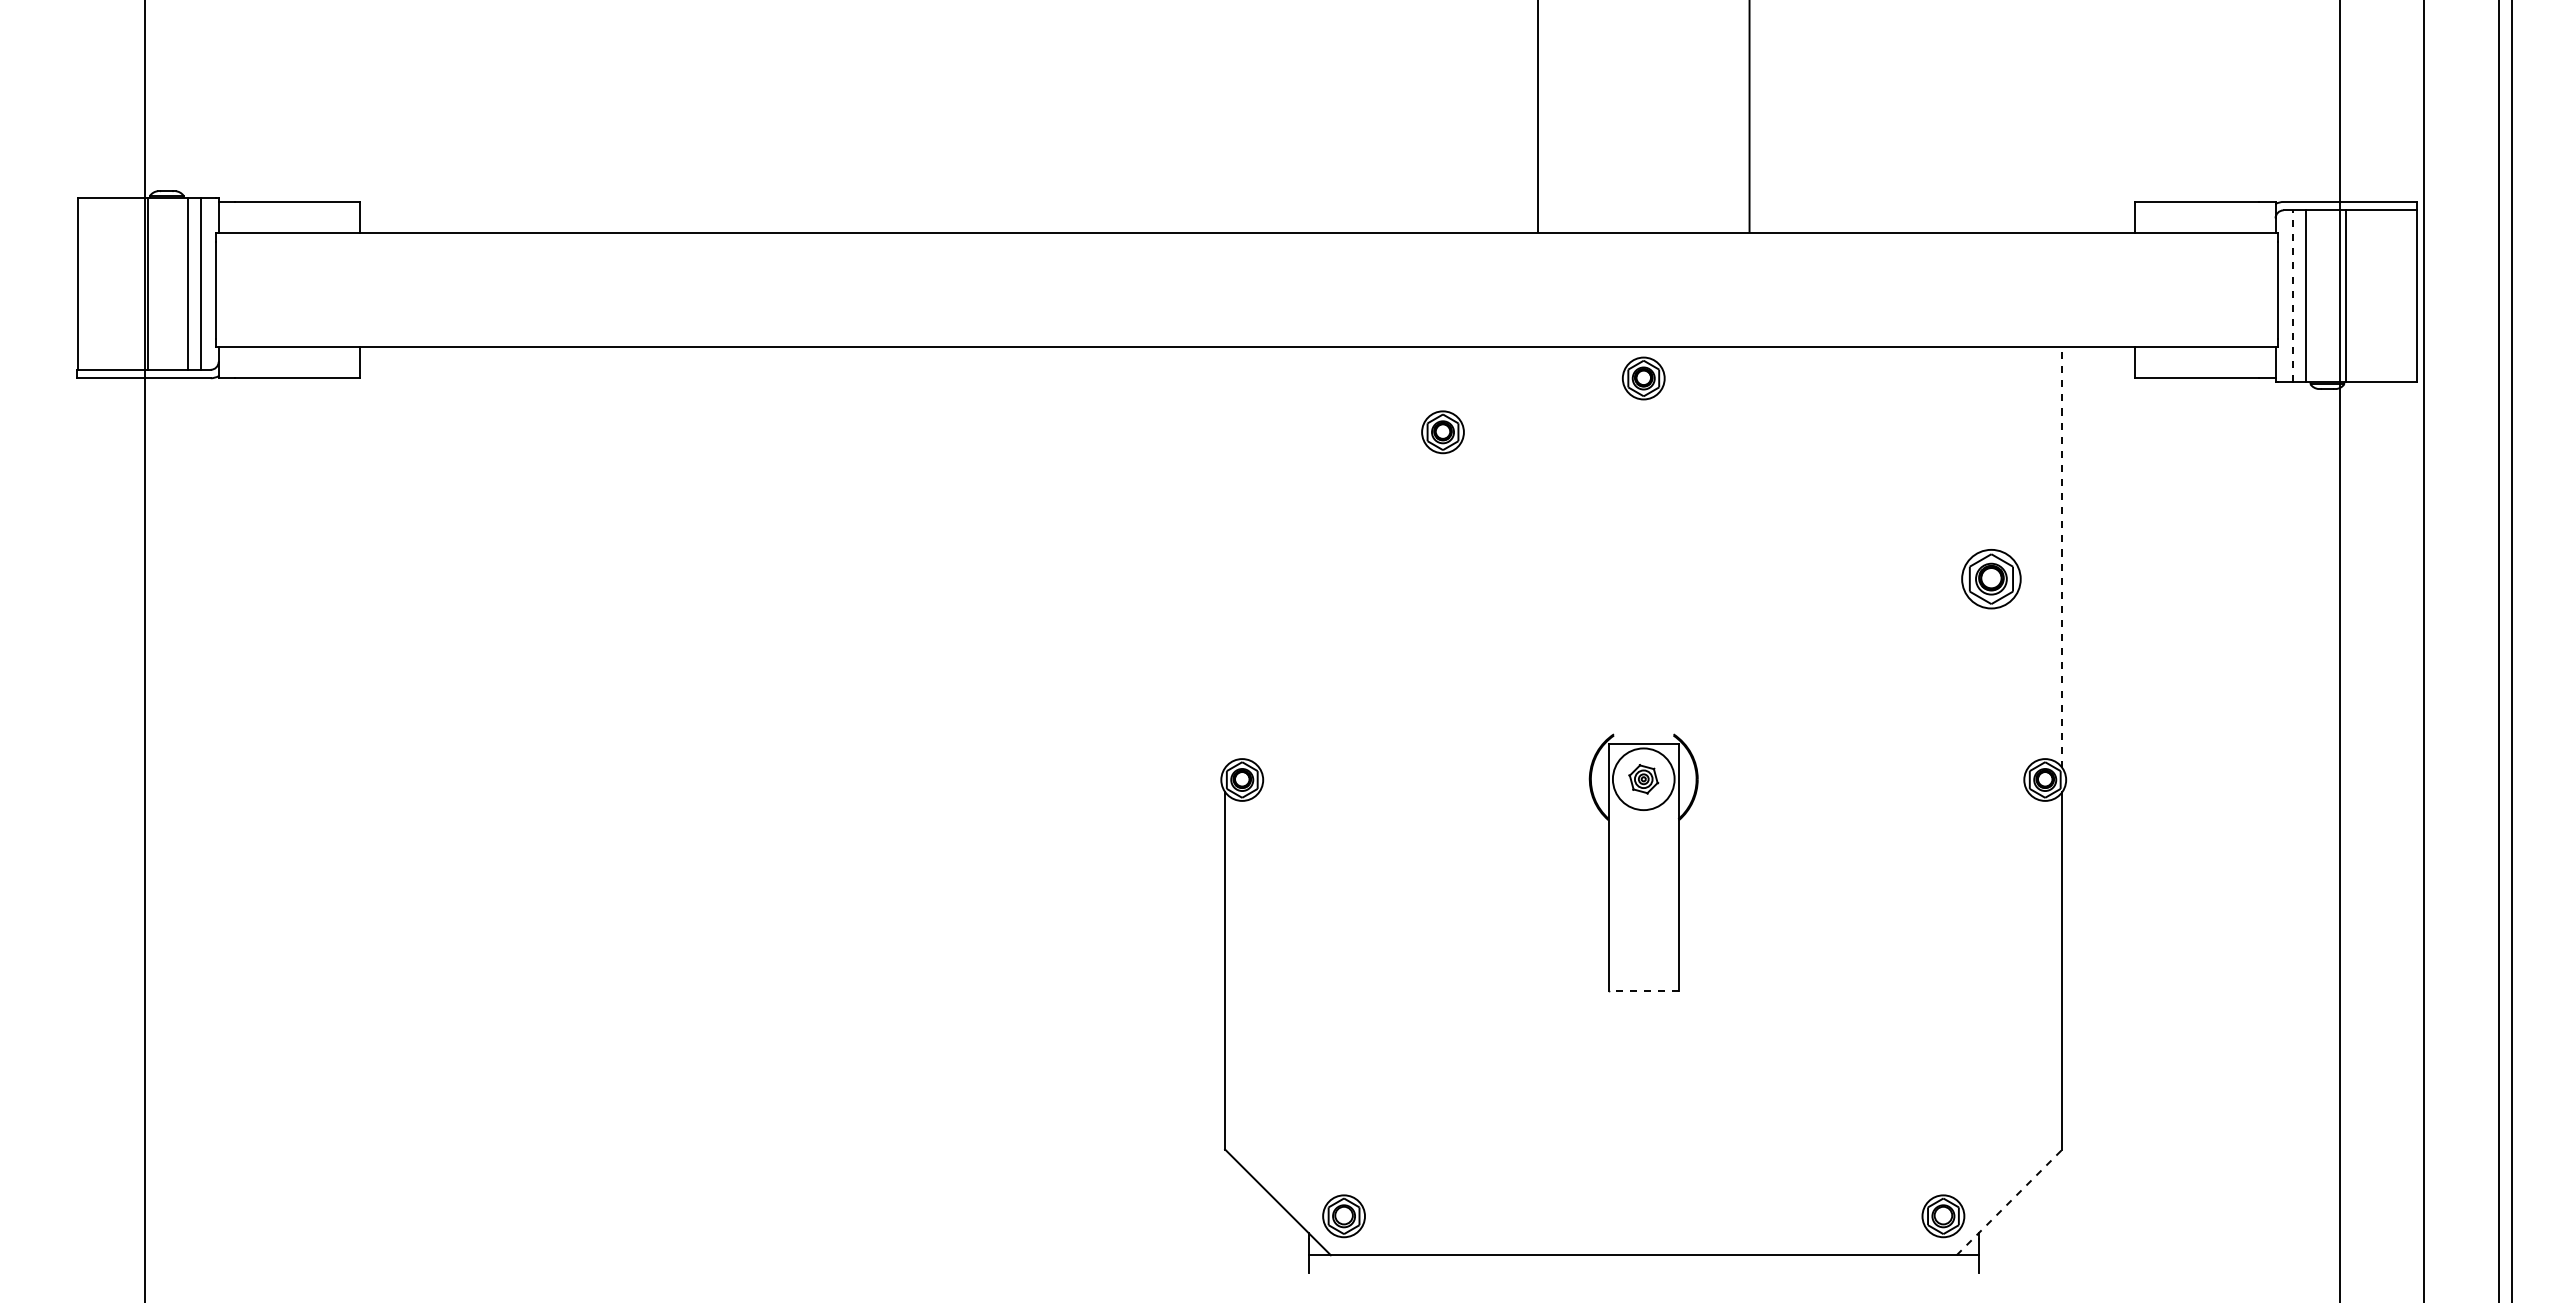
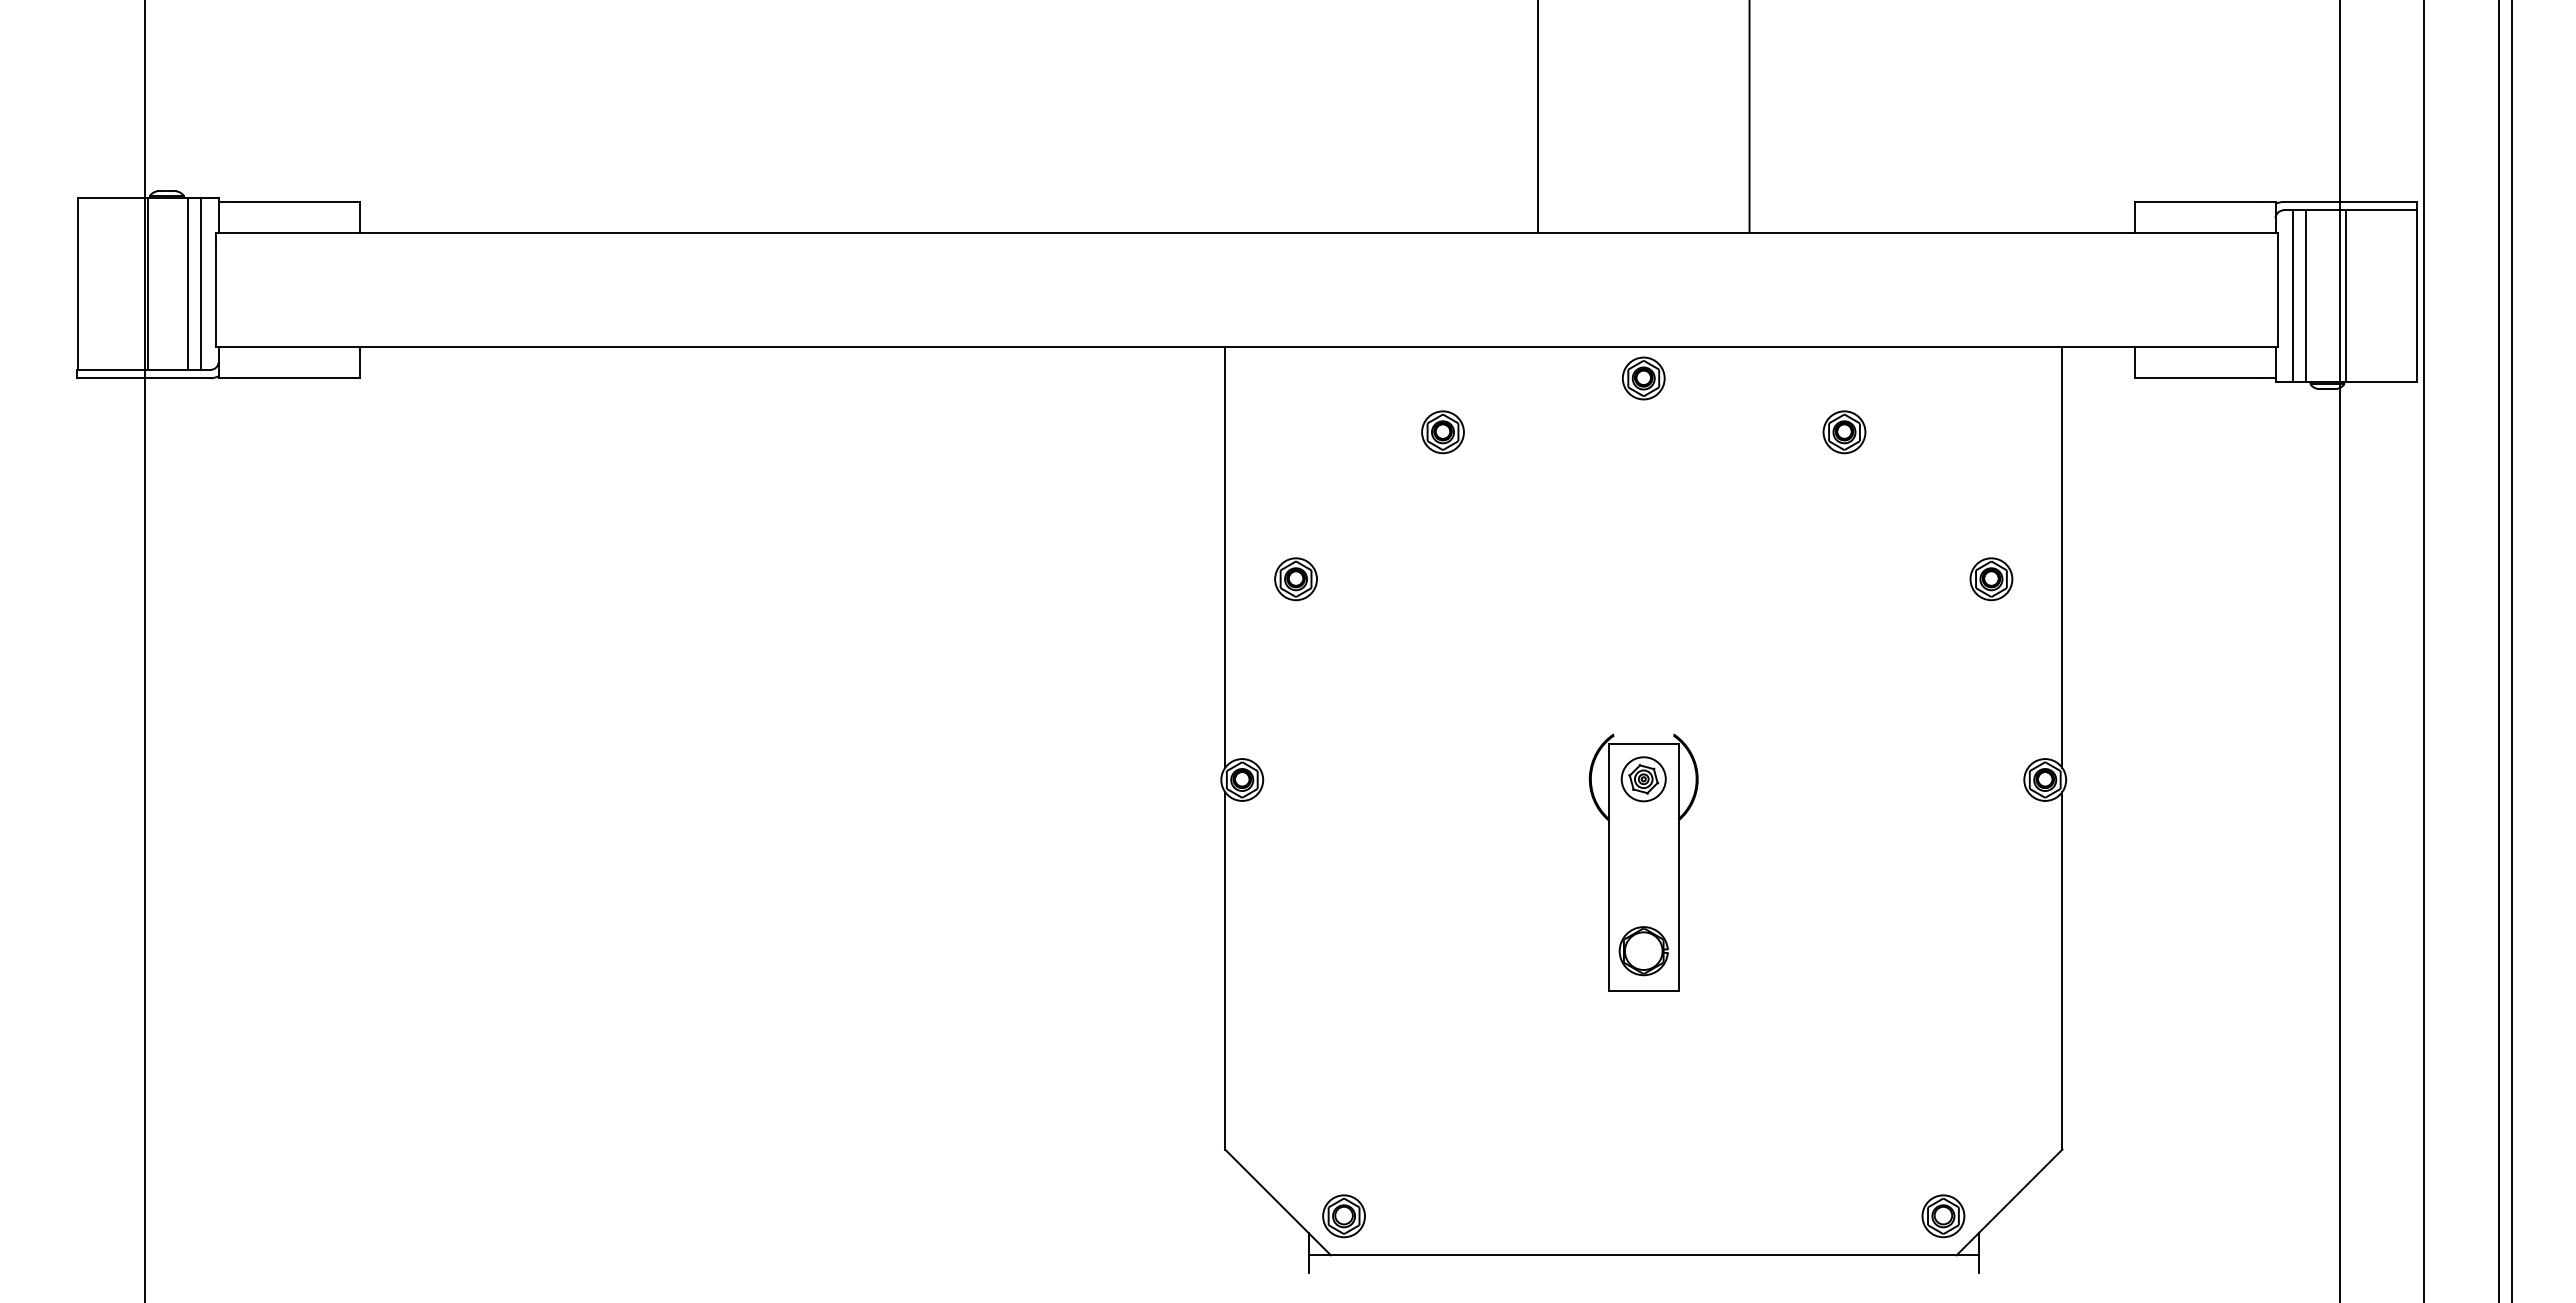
line at (2293, 296): dashed -> solid
part at (1844, 432): none -> present
line at (1225, 557): none -> present
line at (2062, 557): dashed -> solid
part at (1295, 579): none -> present
part at (1991, 579) size: 61x61 px -> 45x45 px
circle at (1643, 779) diameter: 62 px -> 44 px
part at (1643, 951): none -> present
line at (1643, 990): dashed -> solid
line at (2009, 1202): dashed -> solid
